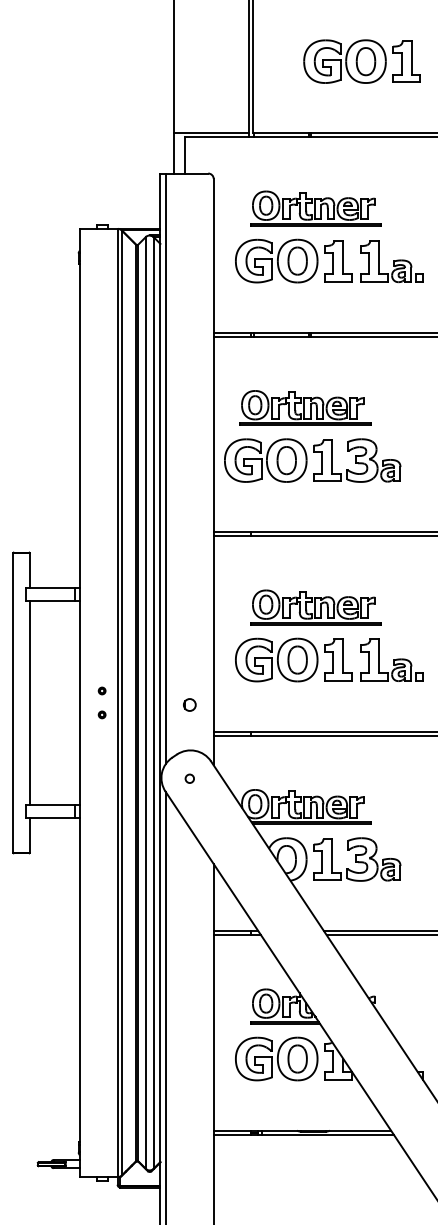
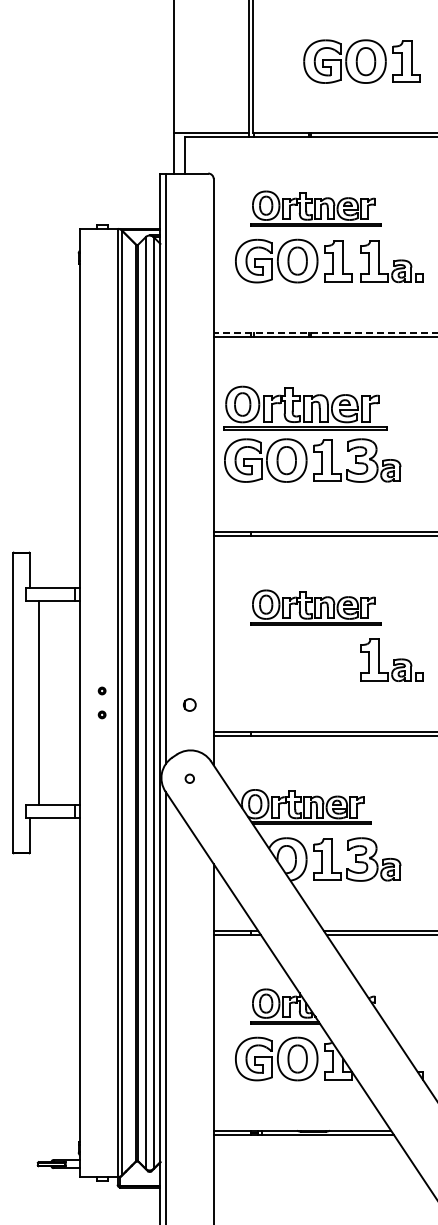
line at (325, 332): solid -> dashed
part at (305, 407) size: 133x36 px -> 165x46 px
part at (293, 659): present -> none
line at (29, 702) position: (29, 702) -> (38, 702)
